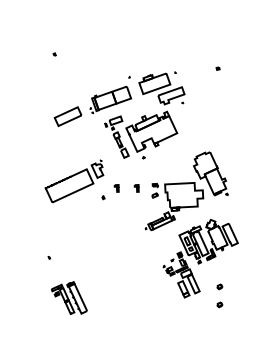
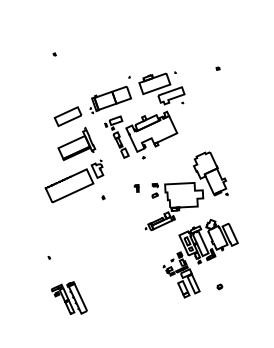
part at (76, 143): none -> present
part at (116, 188): present -> none
part at (219, 304): present -> none
